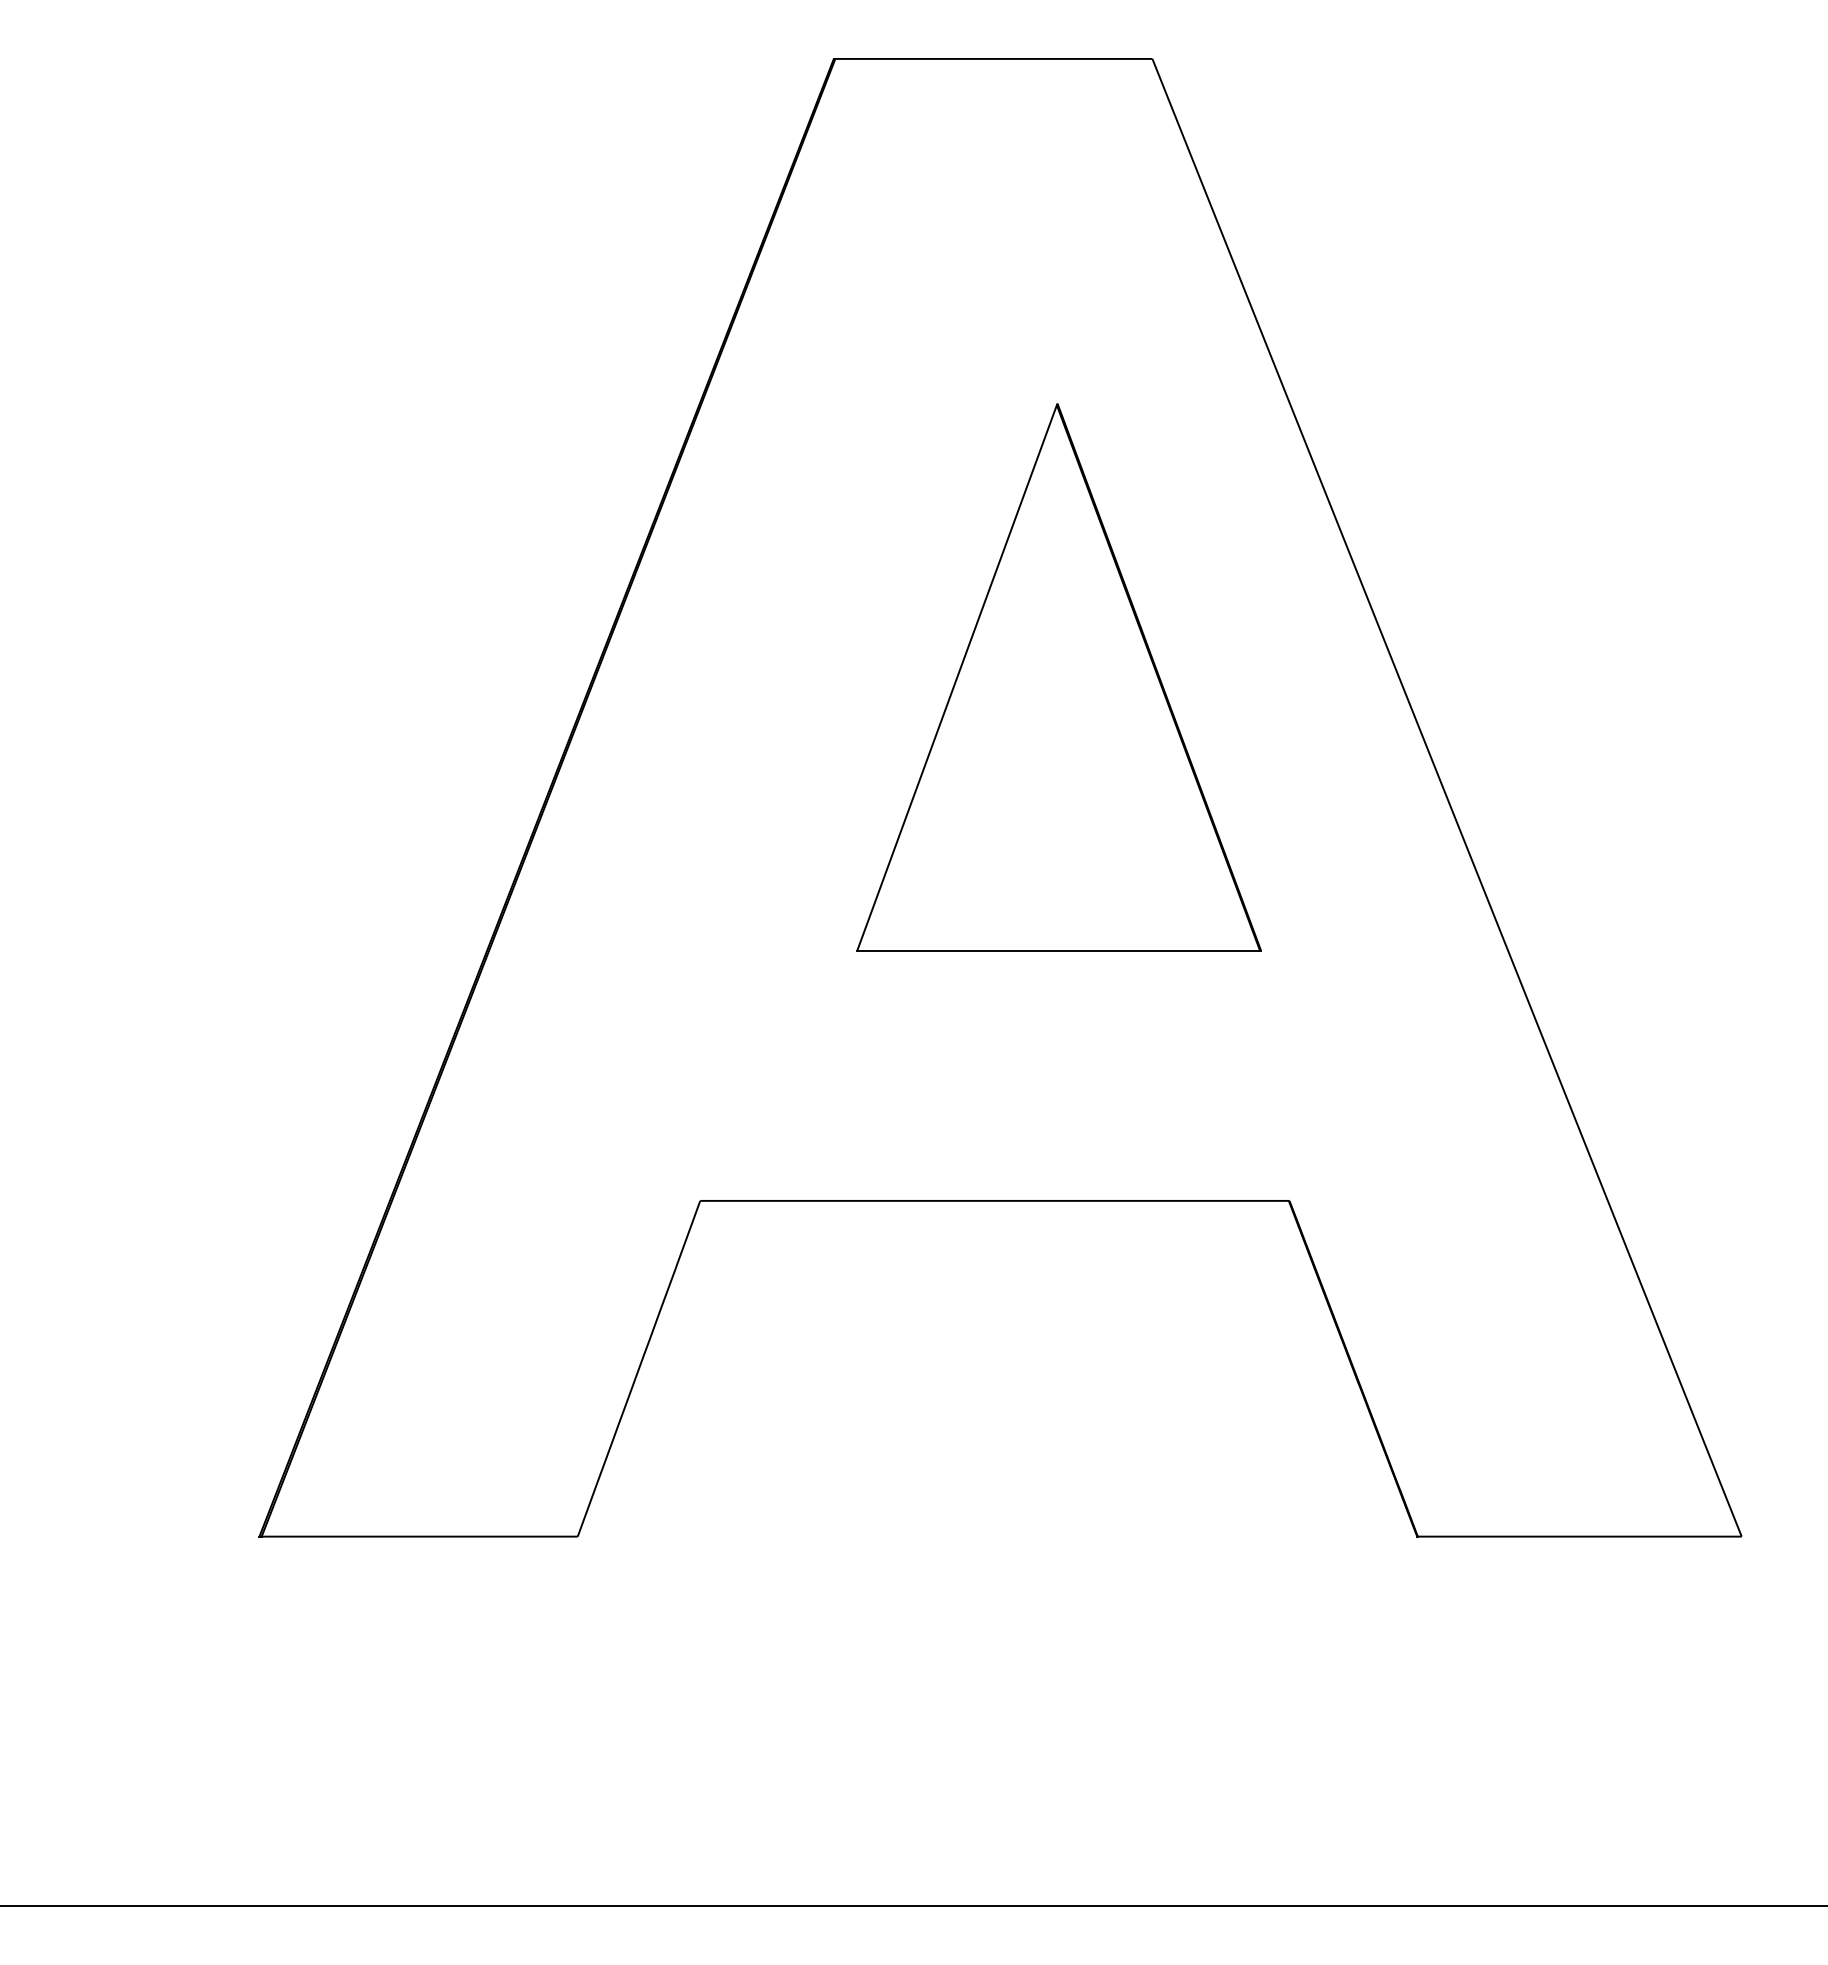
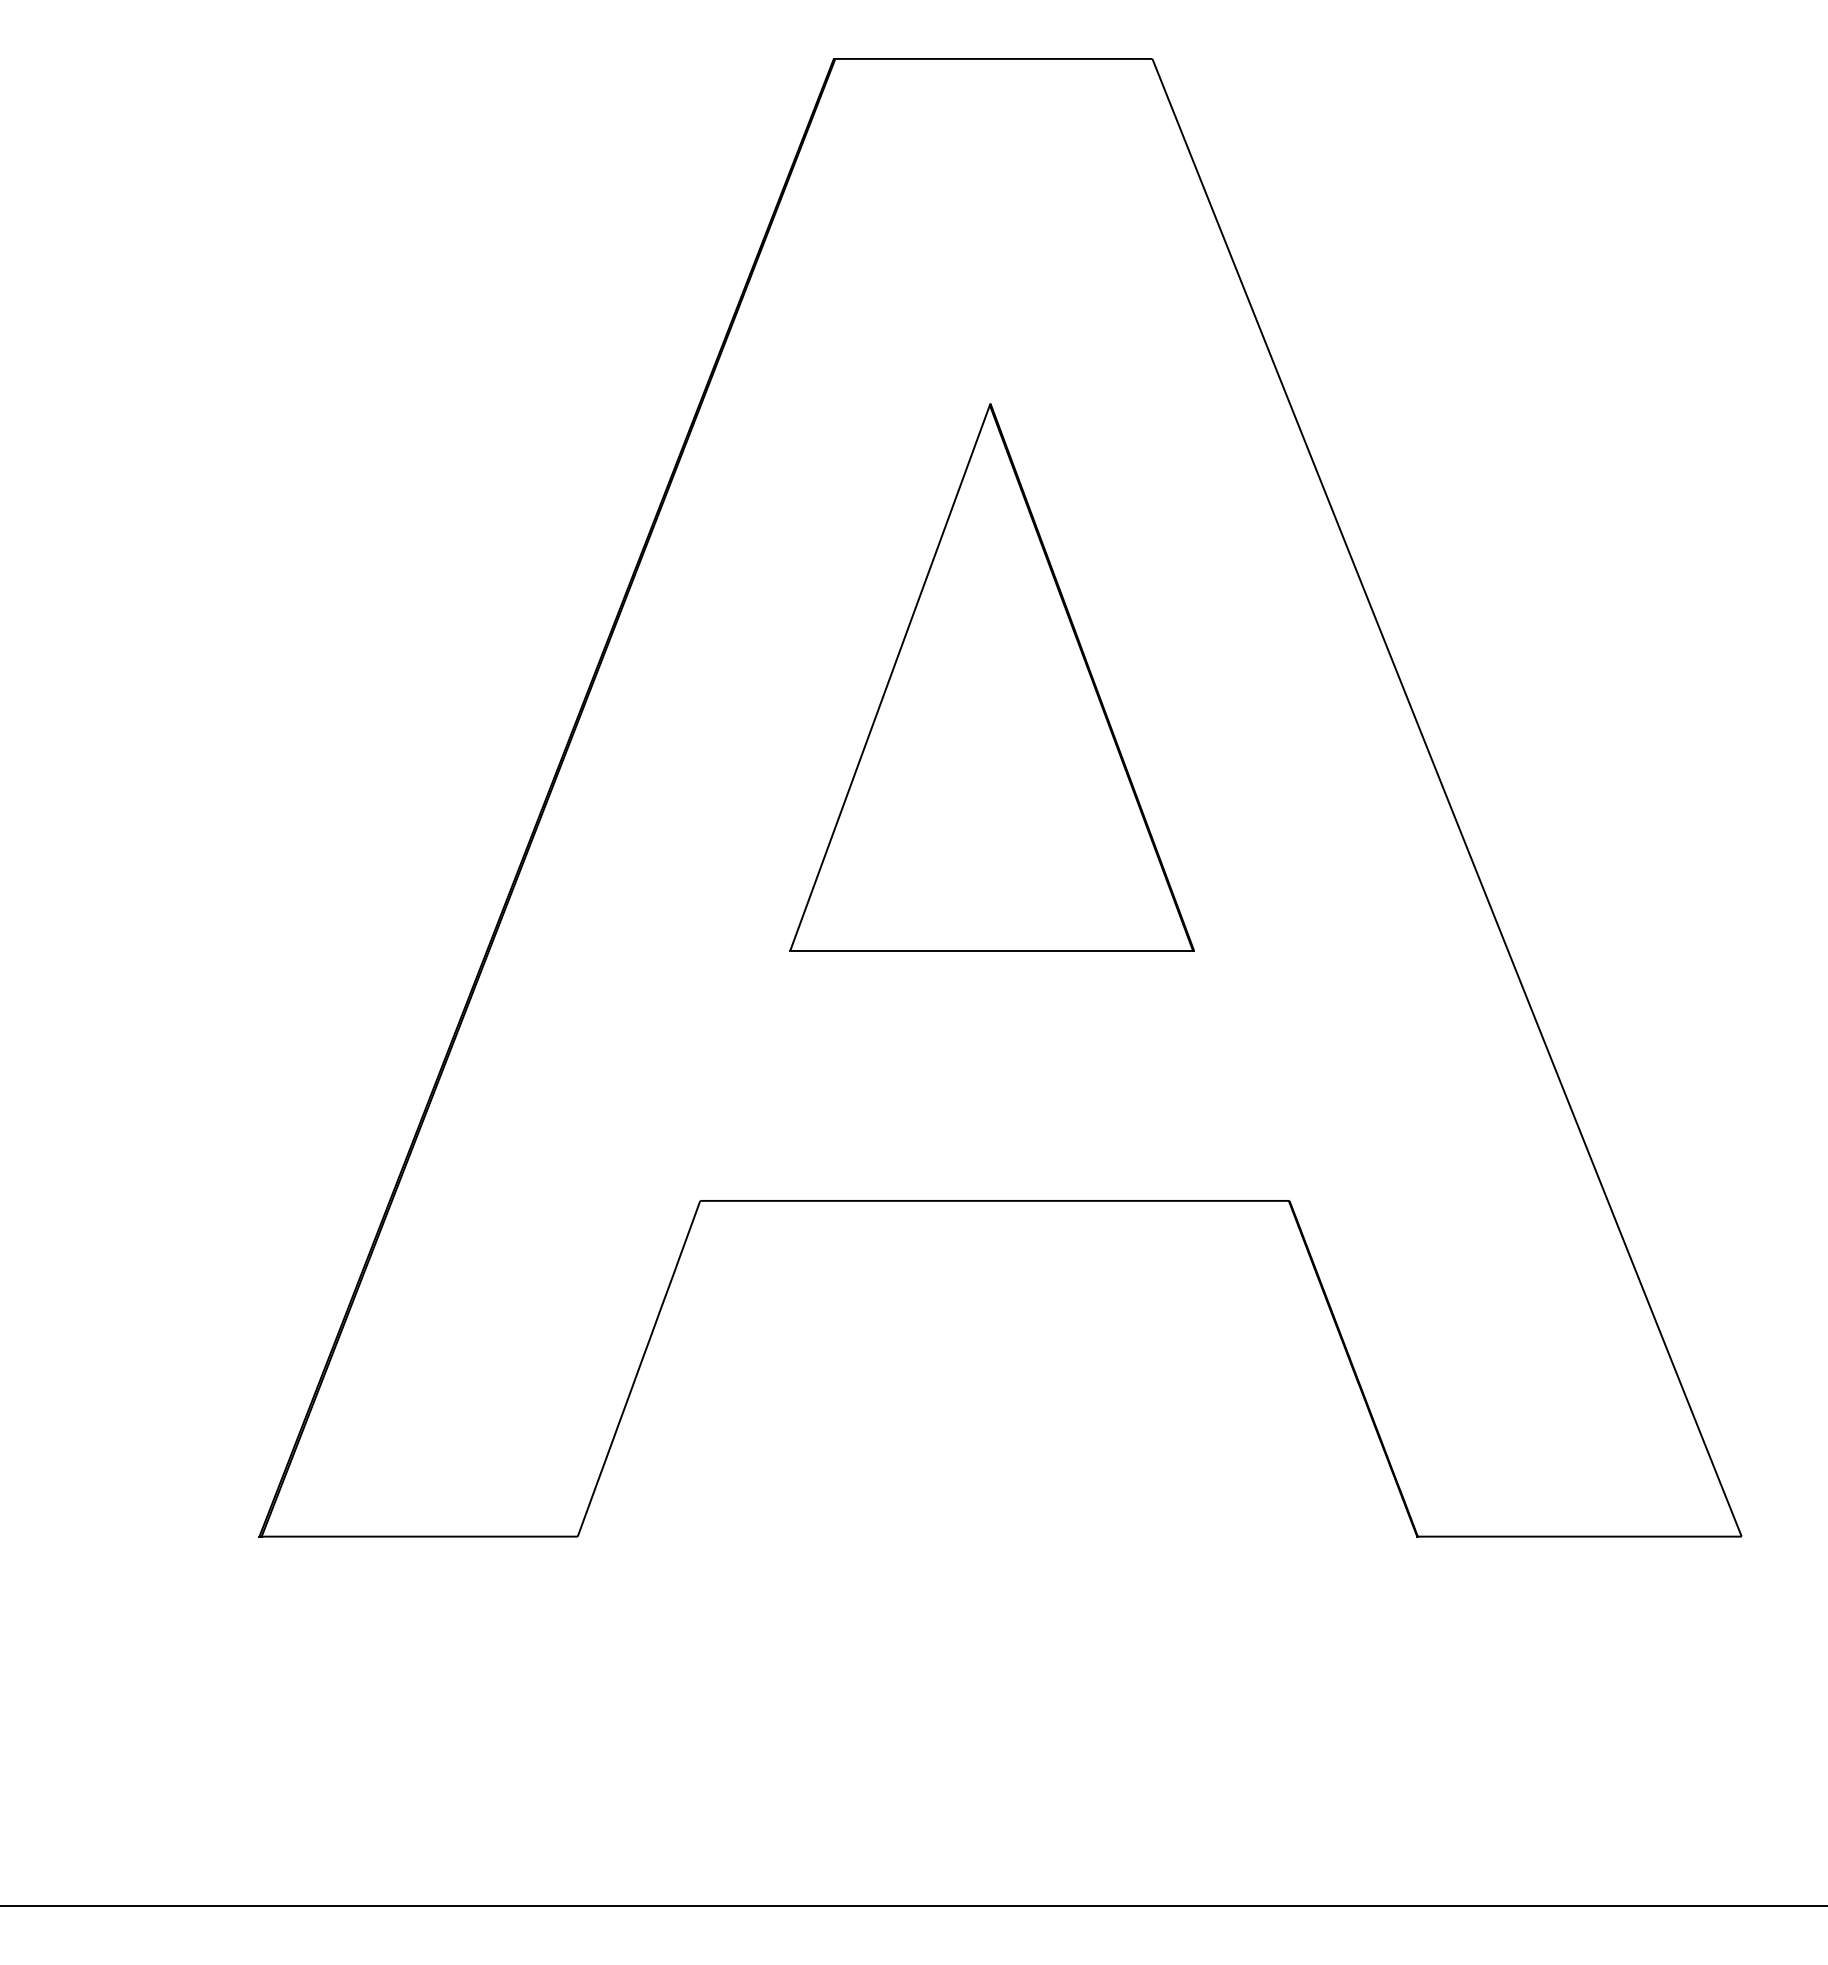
part at (1058, 677) position: (1058, 677) -> (991, 677)
